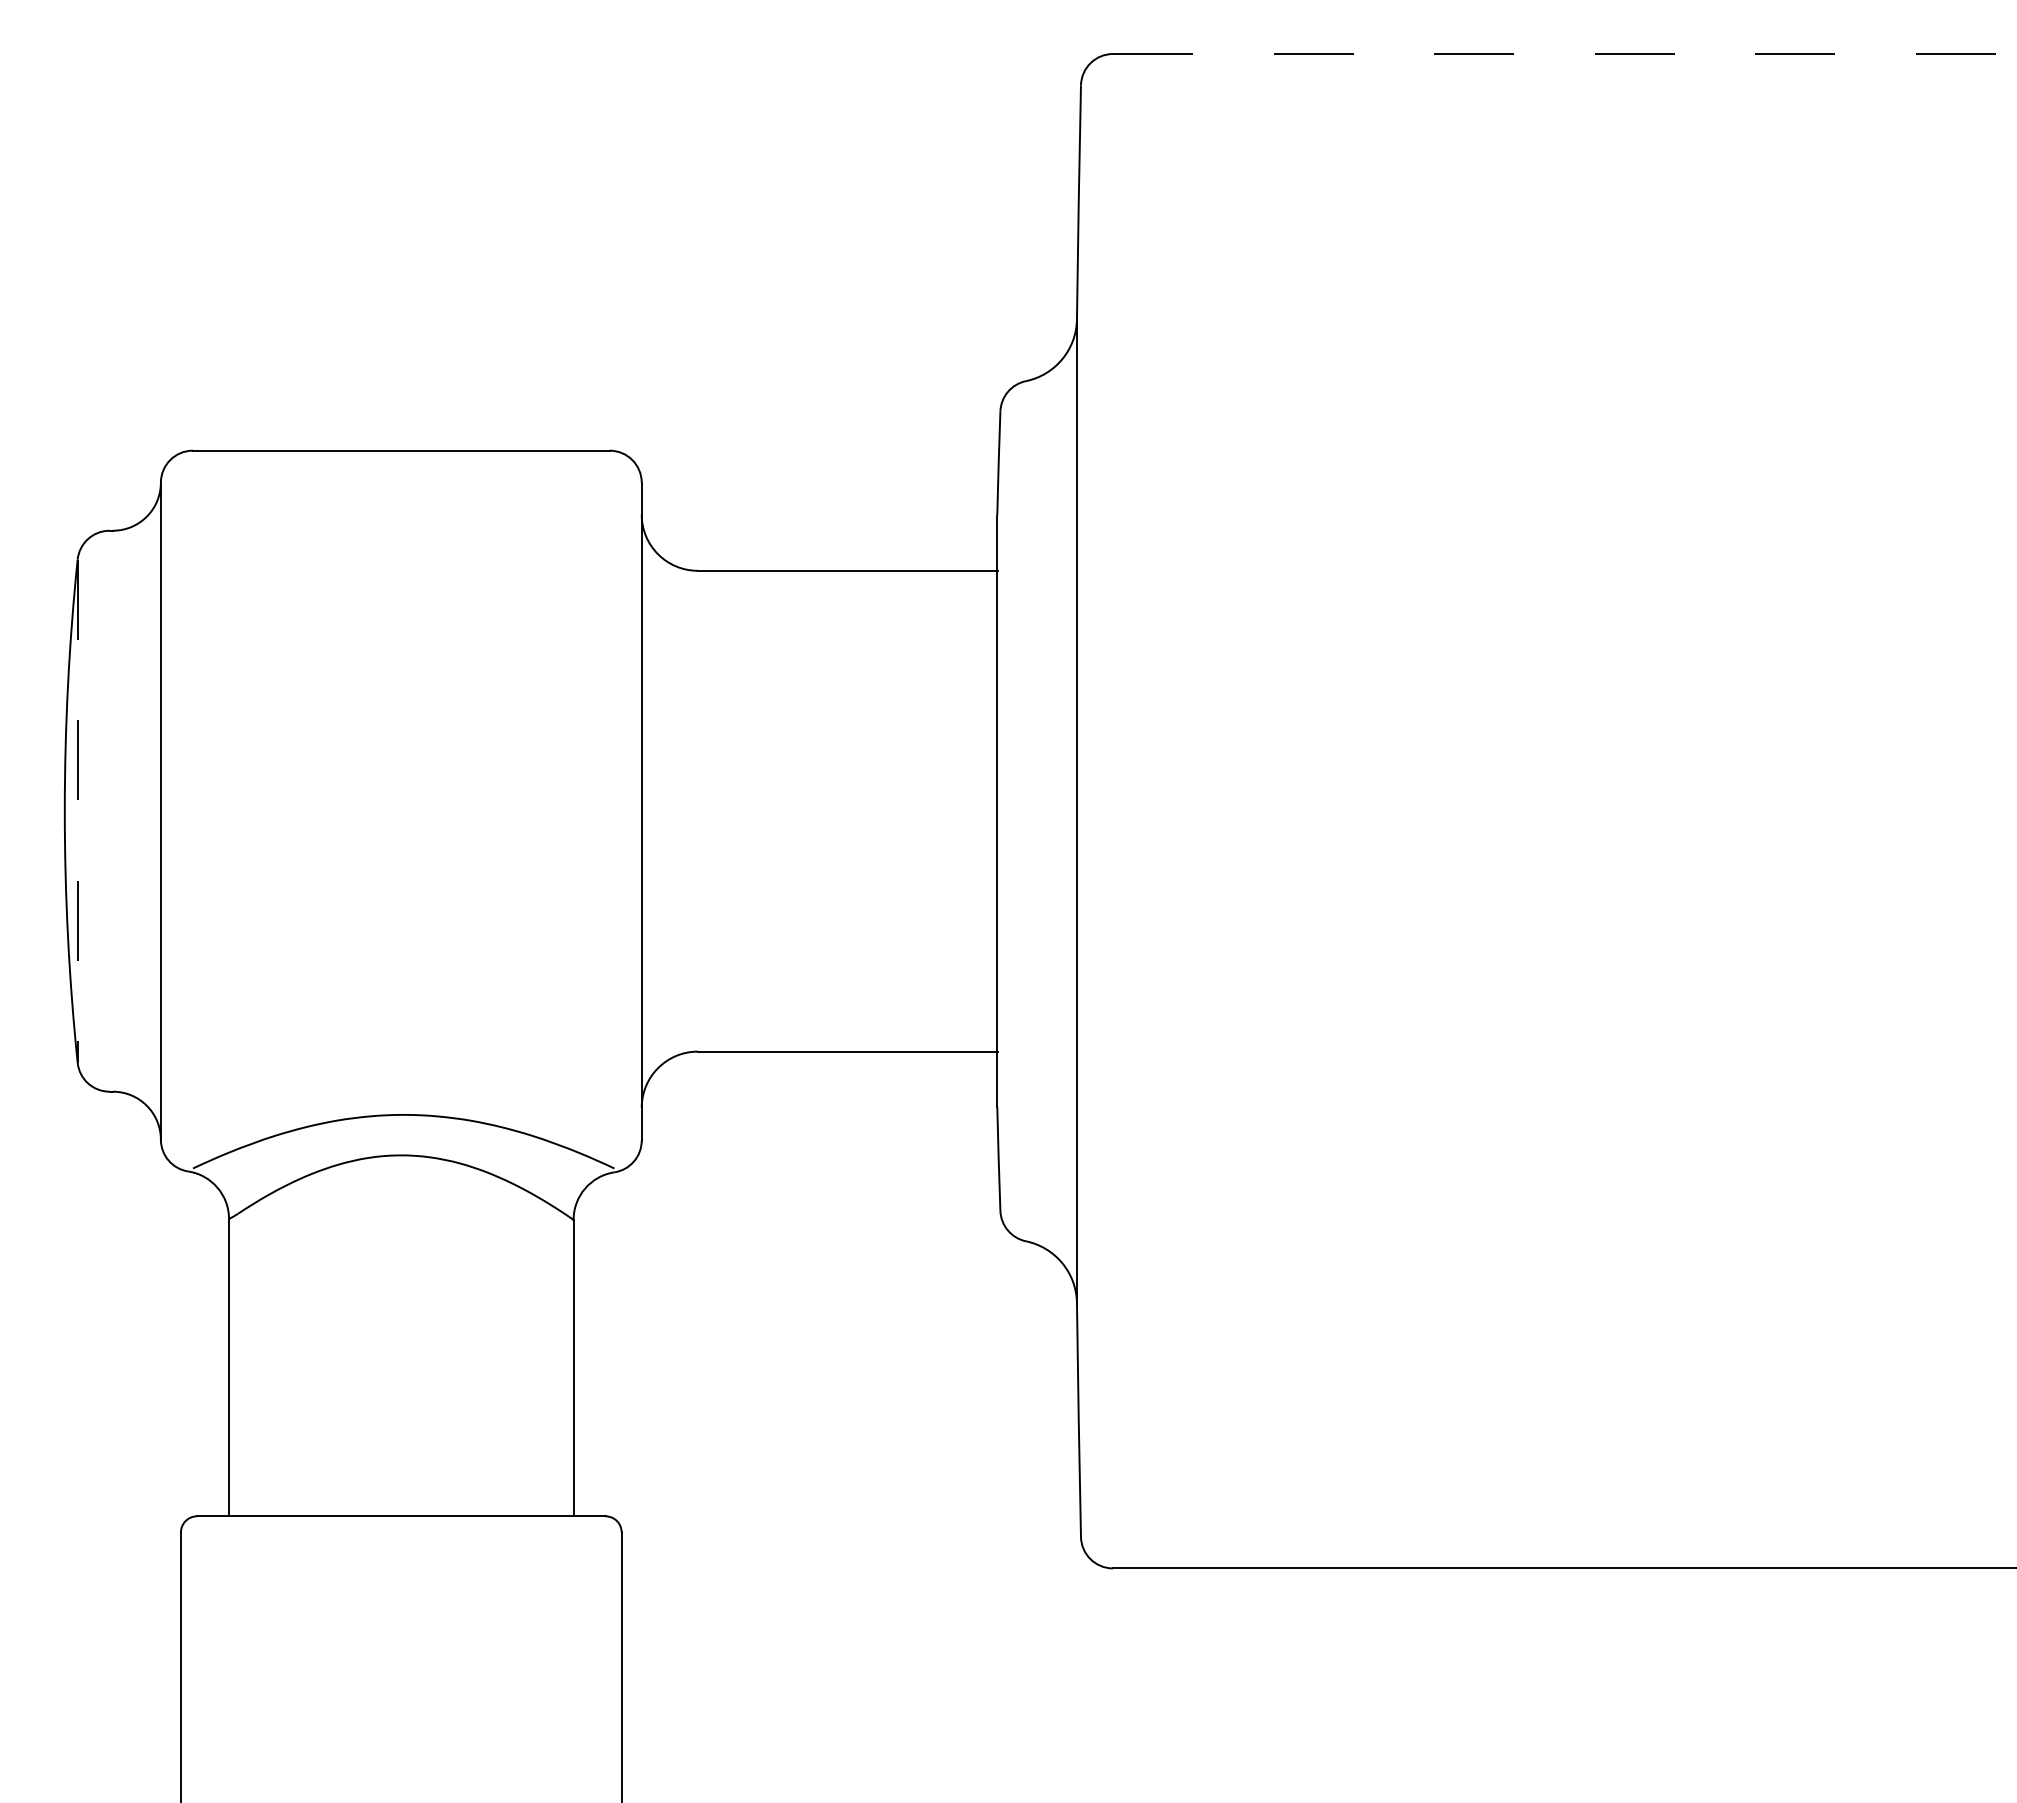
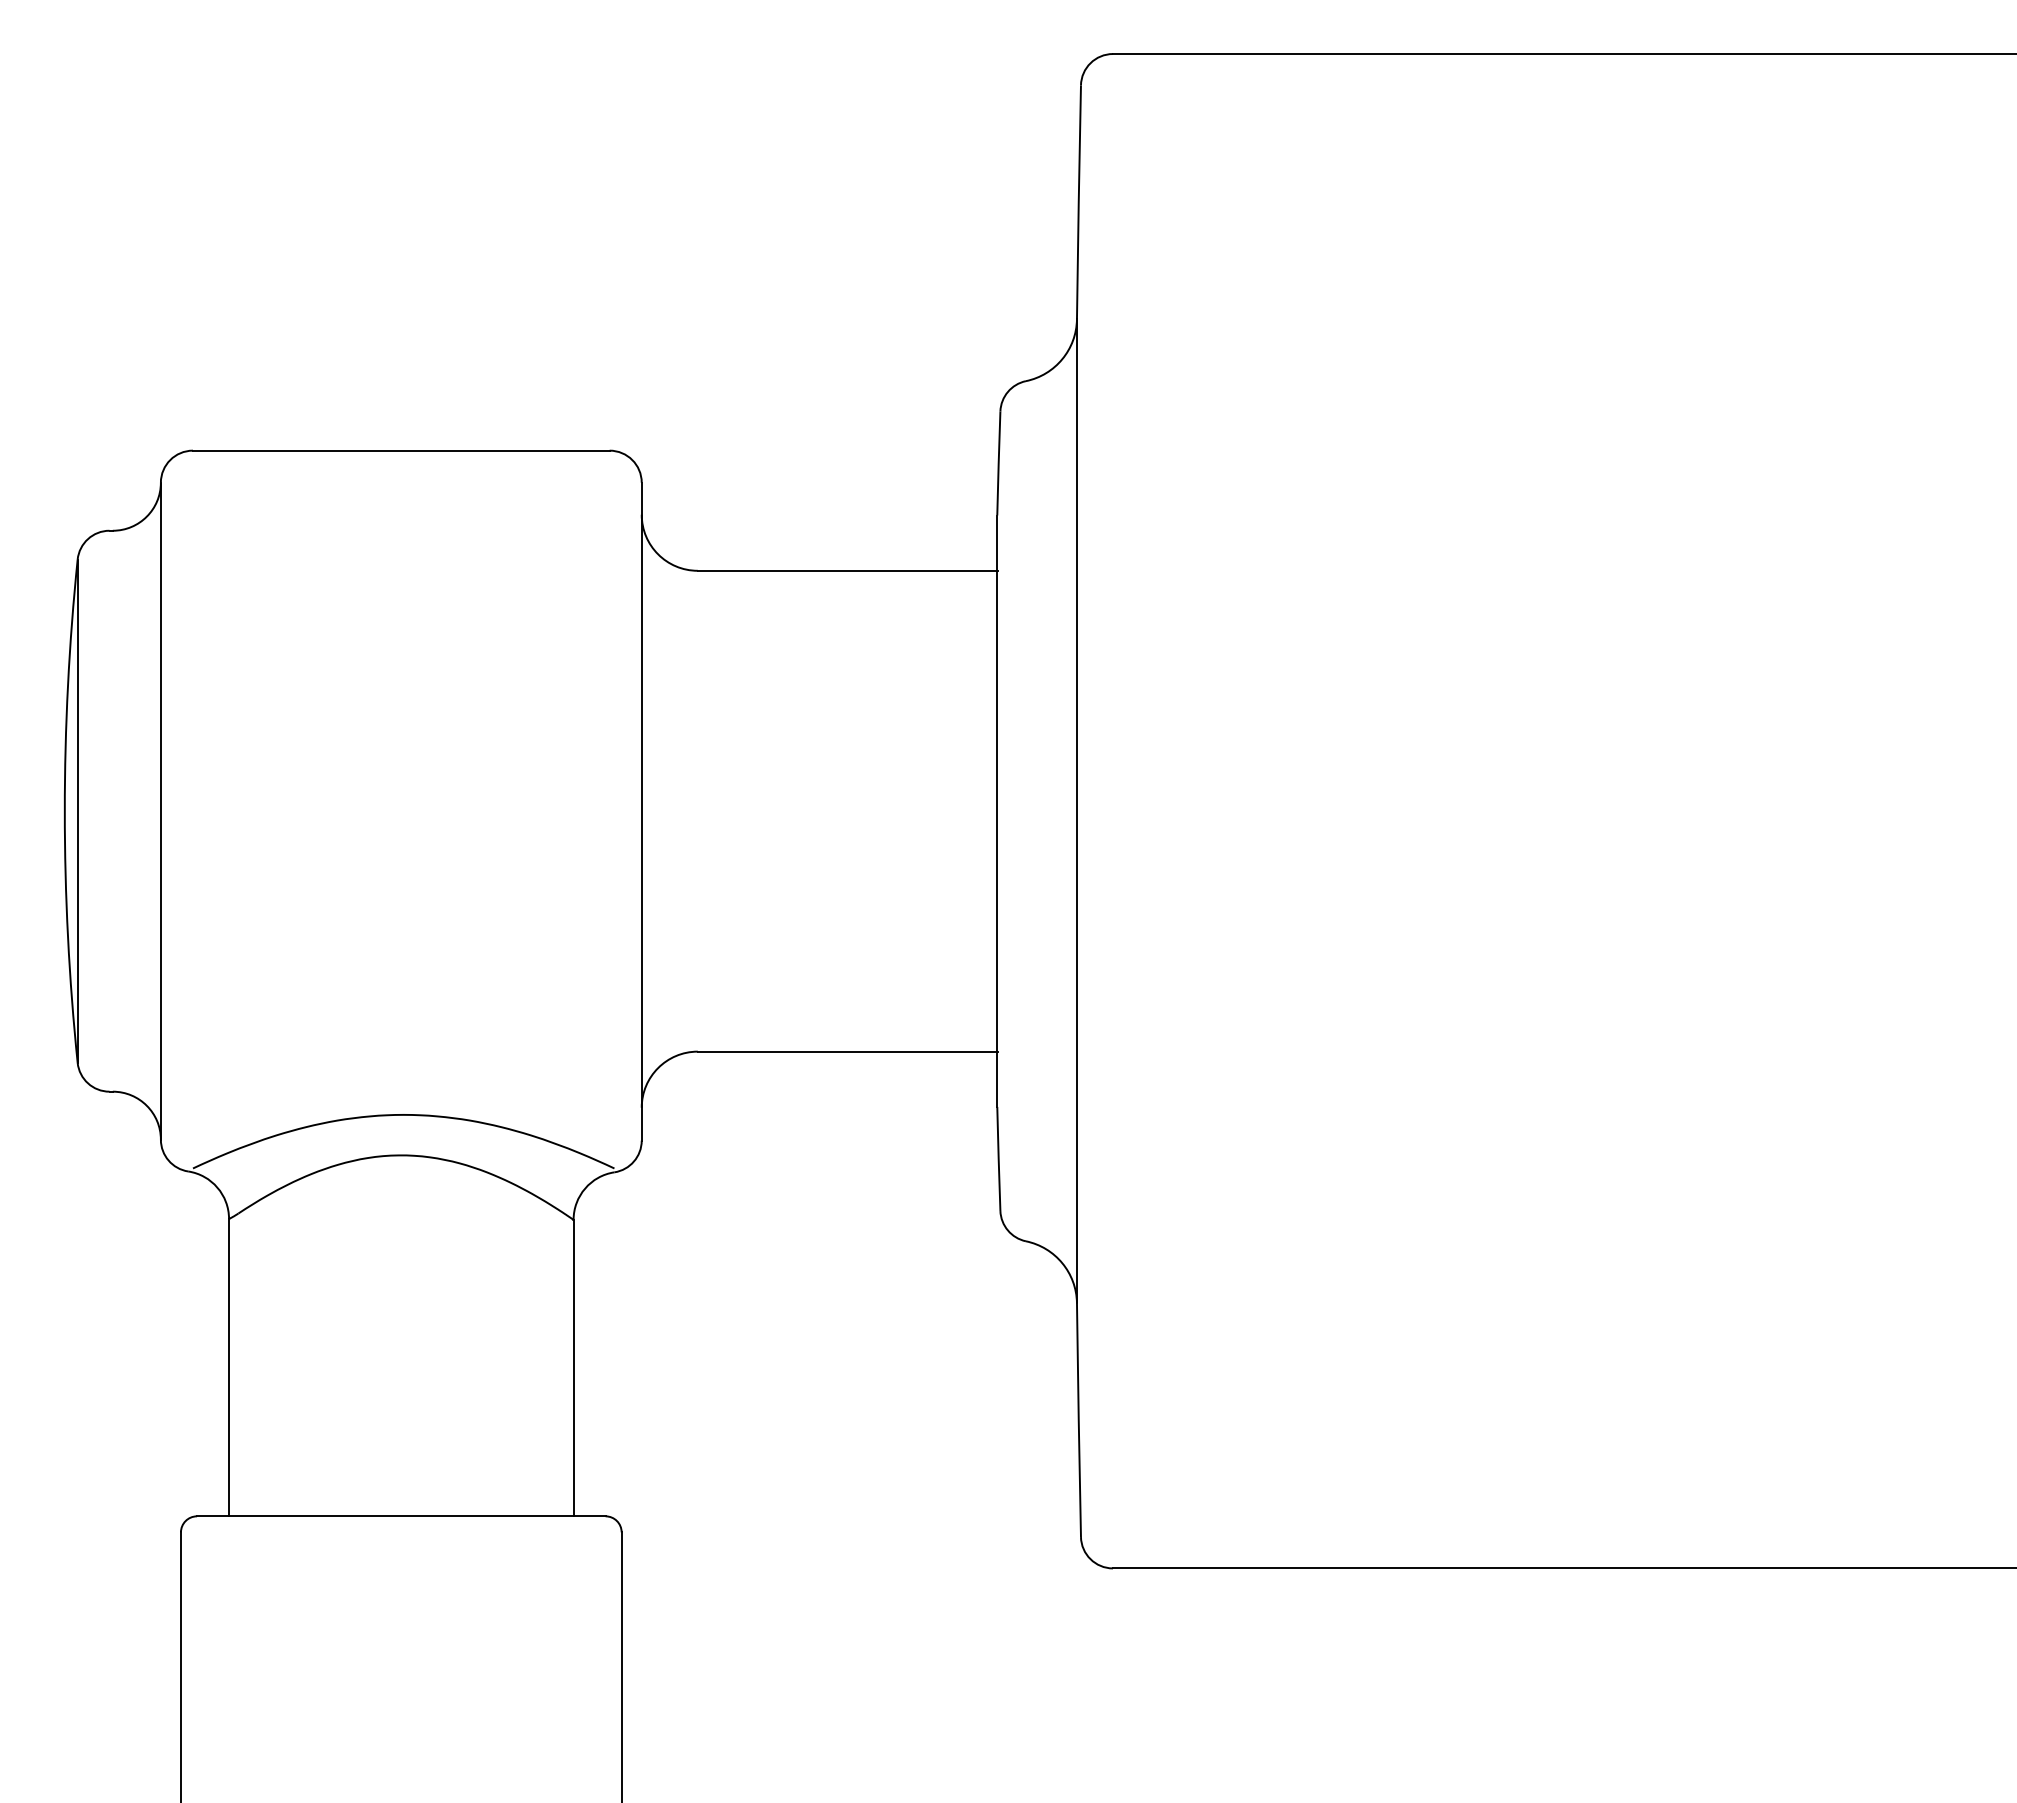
line at (1564, 54): dashed -> solid
line at (77, 811): dashed -> solid
